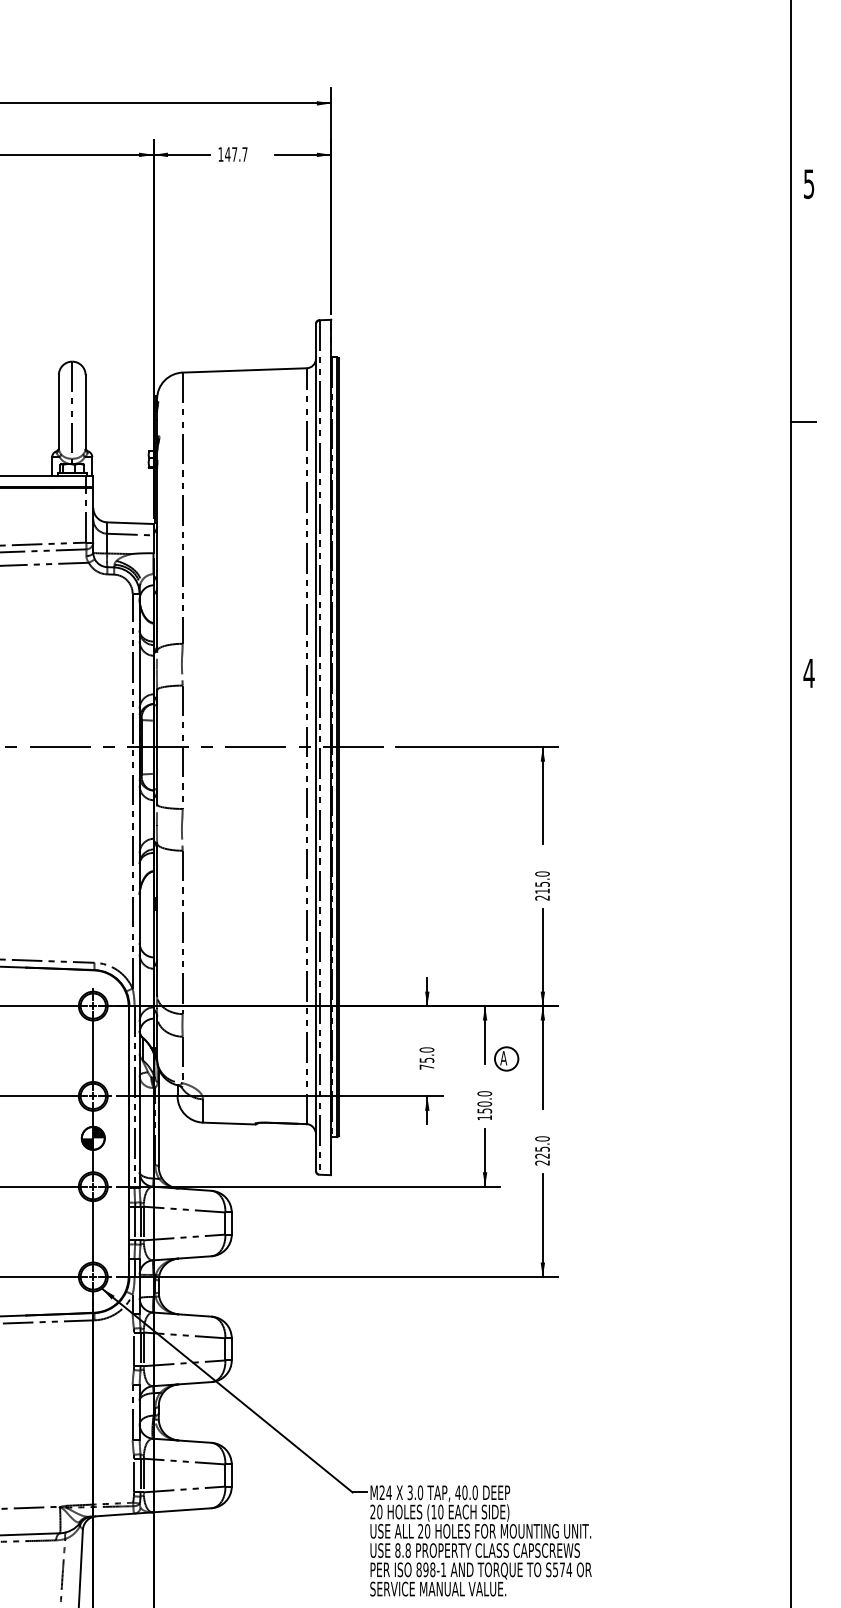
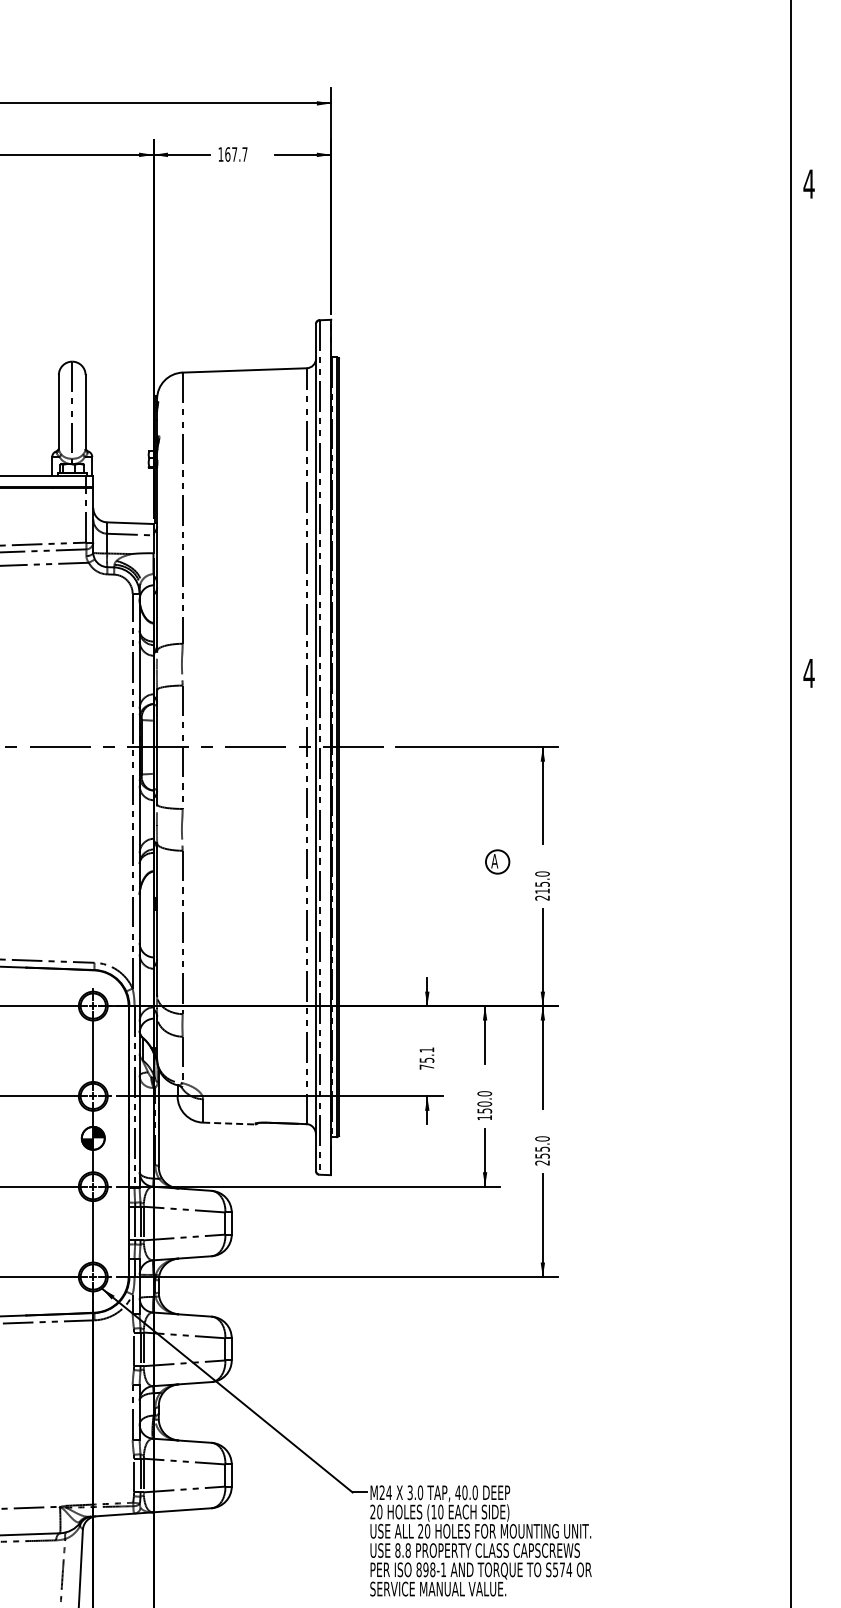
text at (227, 154): 147.7 -> 167.7
text at (808, 183): 5 -> 4
line at (803, 422): present -> none
text at (426, 1049): 75.0 -> 75.1
part at (506, 1058) position: (506, 1058) -> (497, 861)
line at (229, 1123): solid -> dashed
text at (542, 1155): 225.0 -> 255.0
